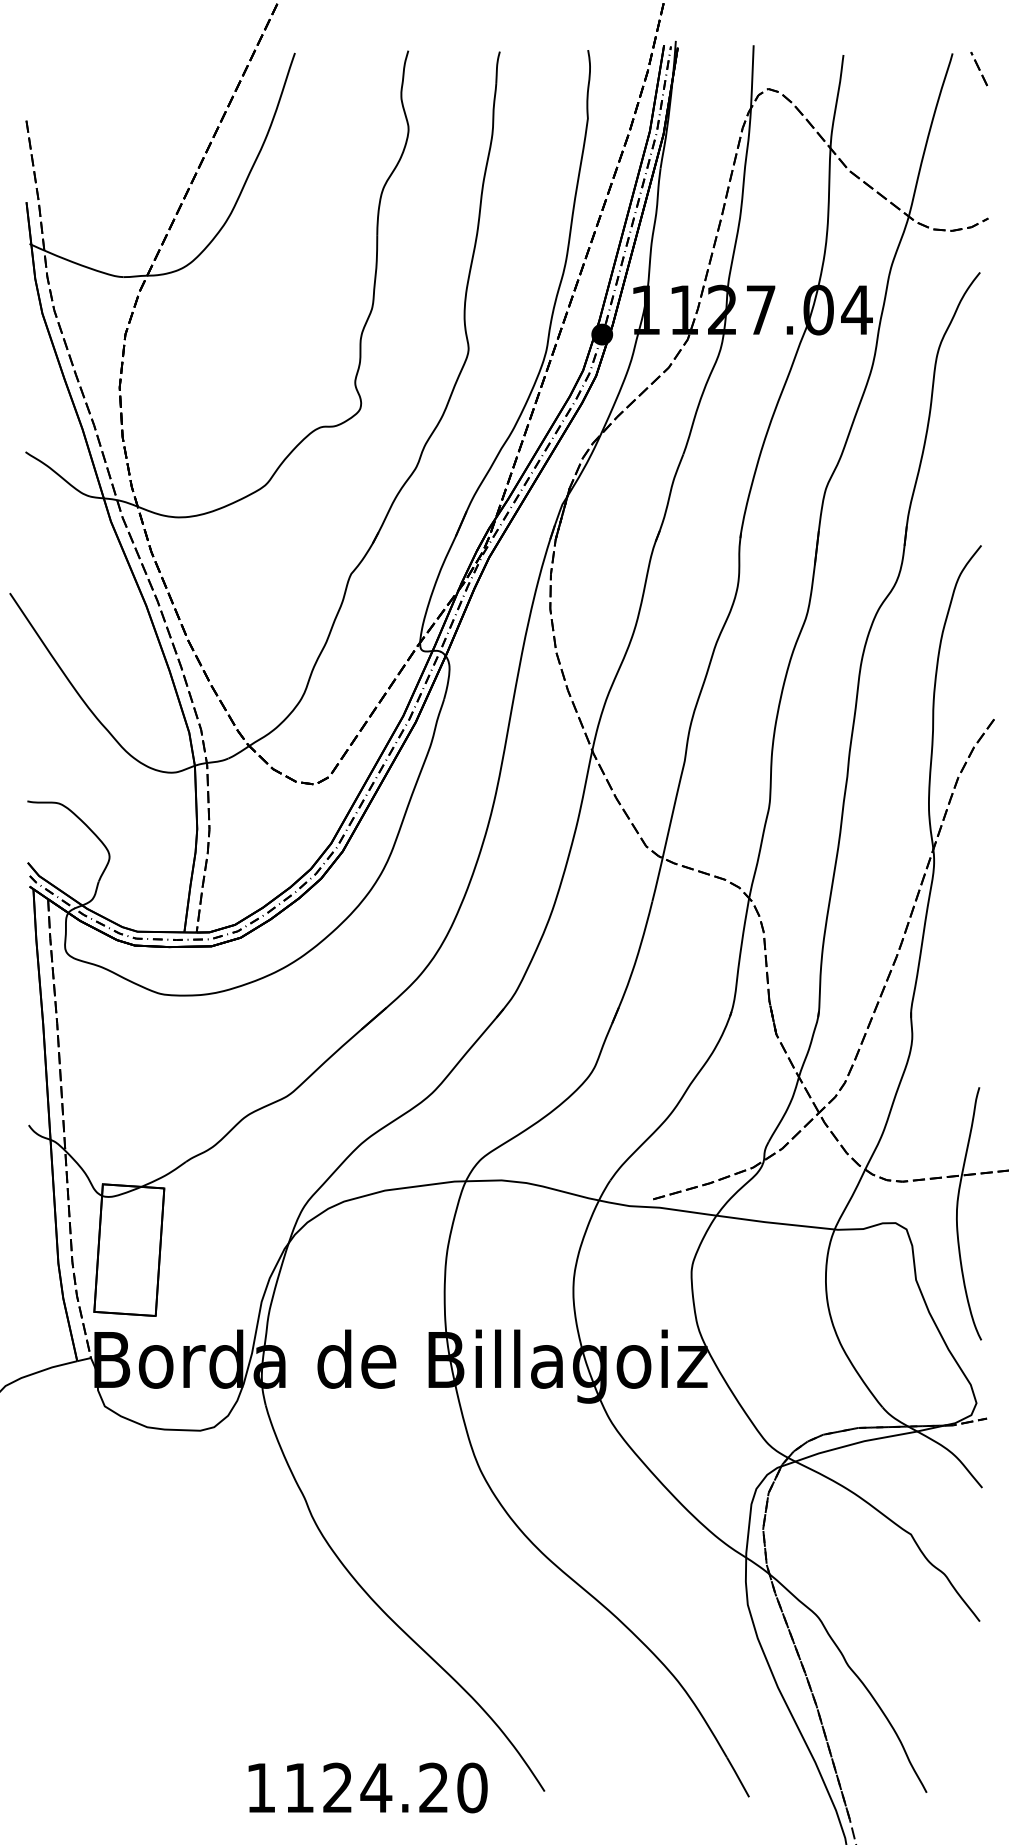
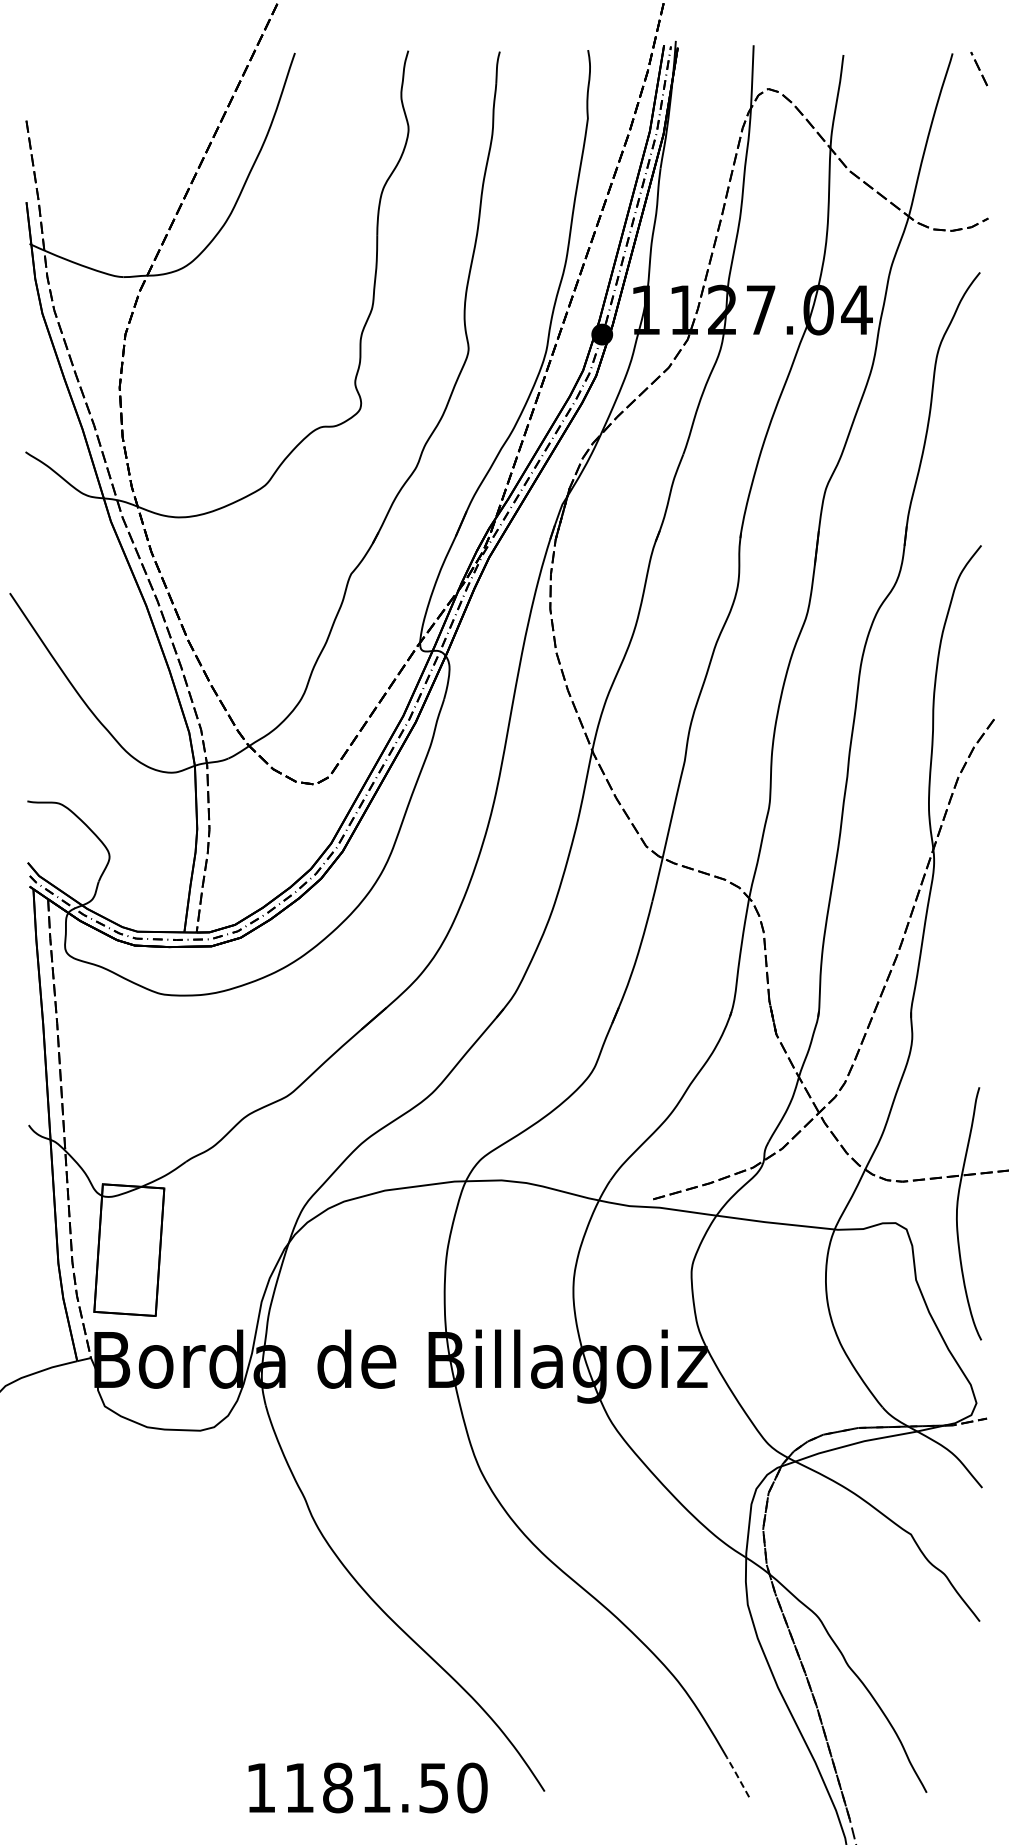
line at (737, 1776): solid -> dashed
text at (385, 1787): 1124.20 -> 1181.50
